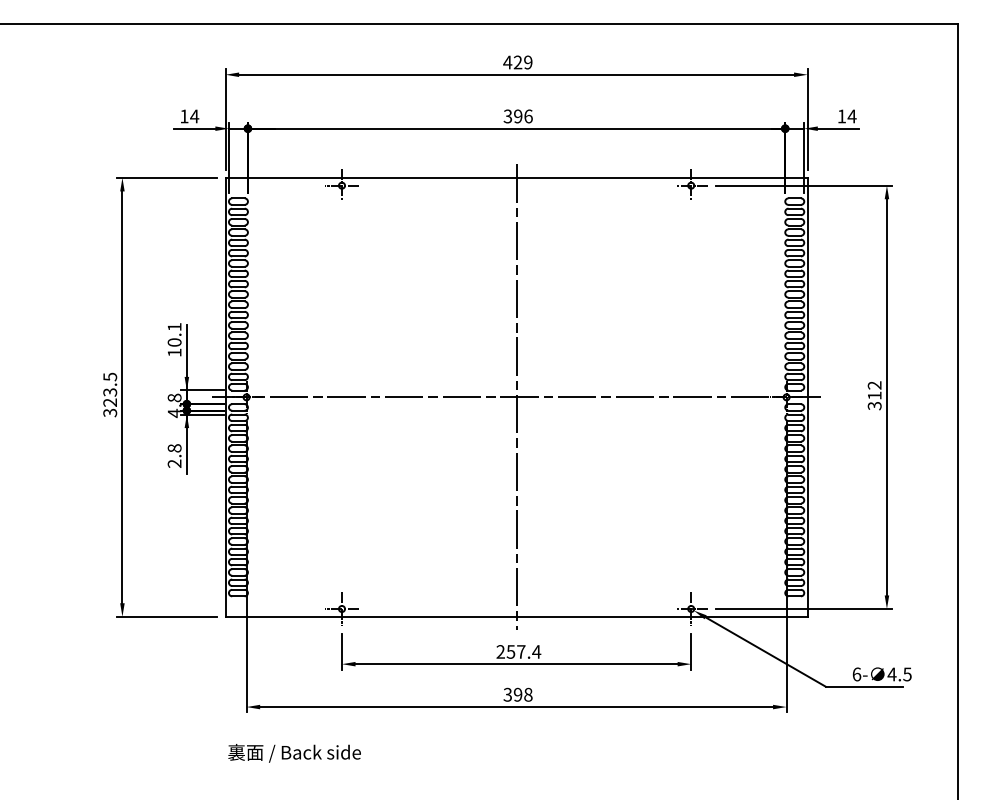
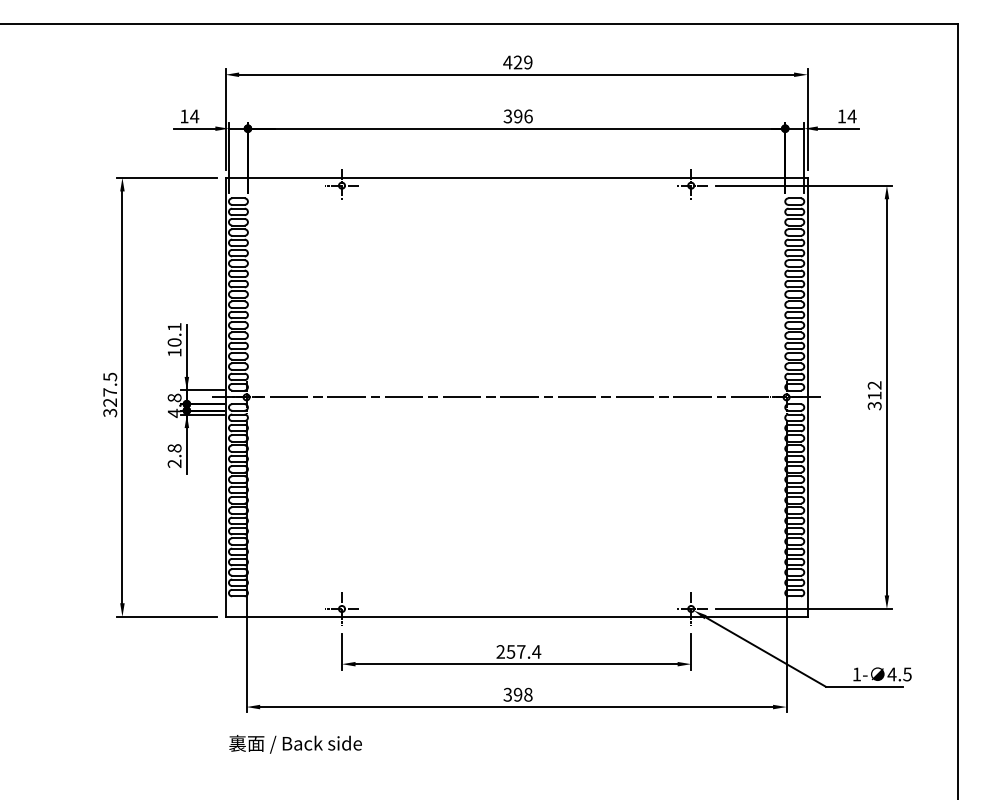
text at (110, 392): 323.5 -> 327.5
line at (516, 397): present -> none
text at (856, 674): 6- -> 1-
text at (294, 753) position: (294, 753) -> (295, 744)
